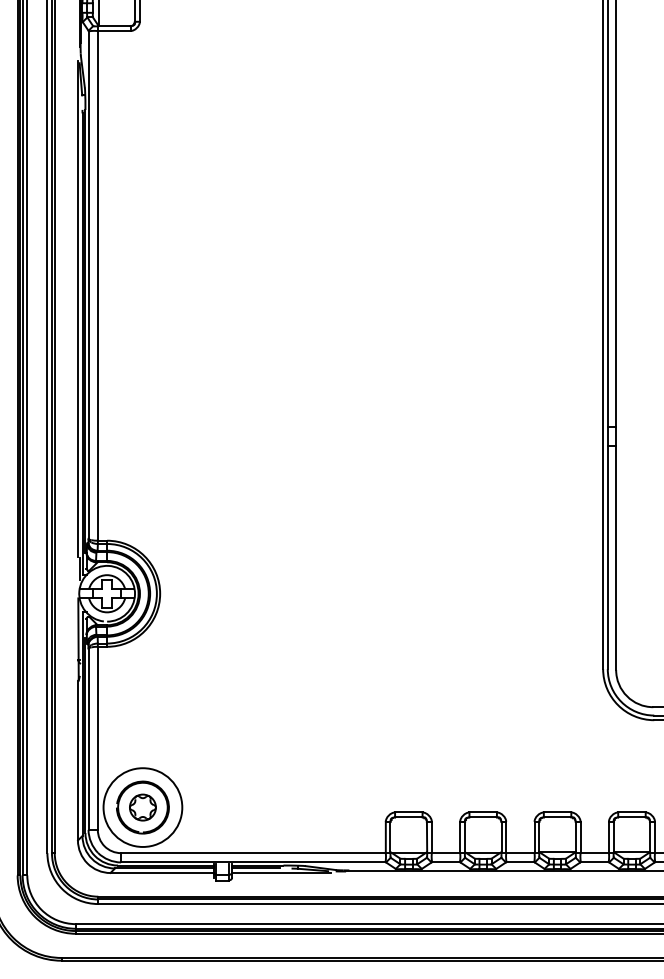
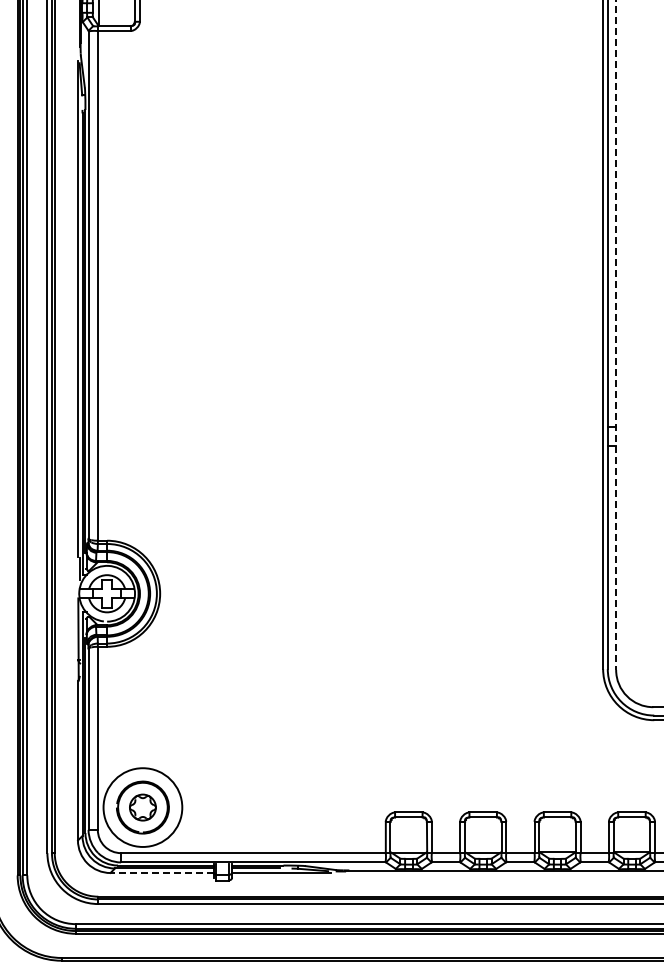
line at (616, 335): solid -> dashed
line at (162, 873): solid -> dashed
